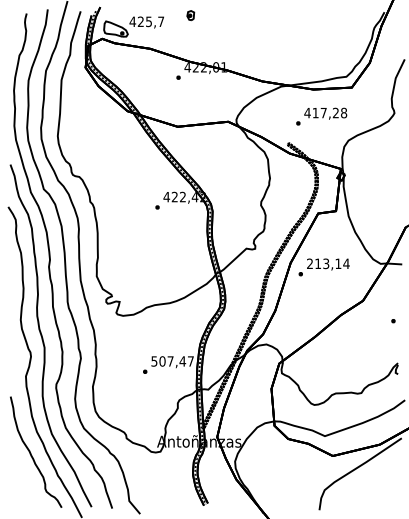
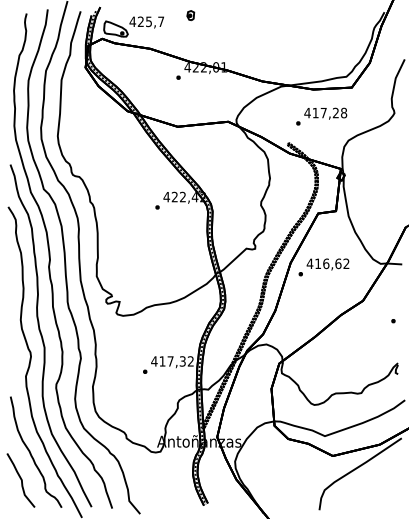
text at (327, 263): 213,14 -> 416,62
text at (172, 361): 507,47 -> 417,32
curve at (20, 480): none -> present
